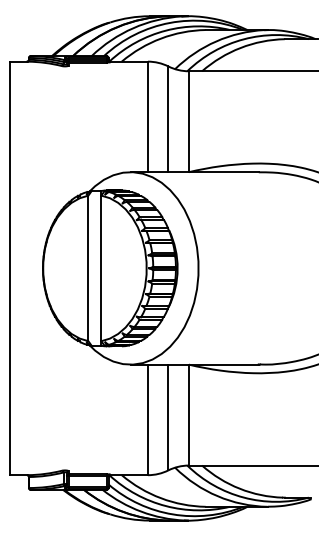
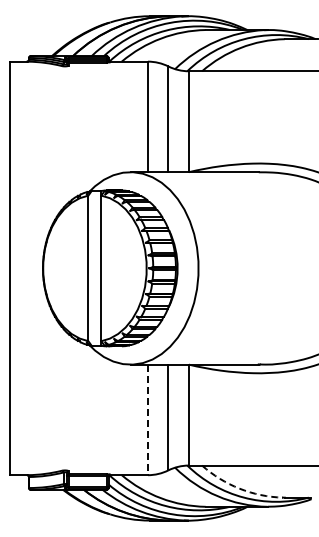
line at (147, 420): solid -> dashed
arc at (239, 488): solid -> dashed
